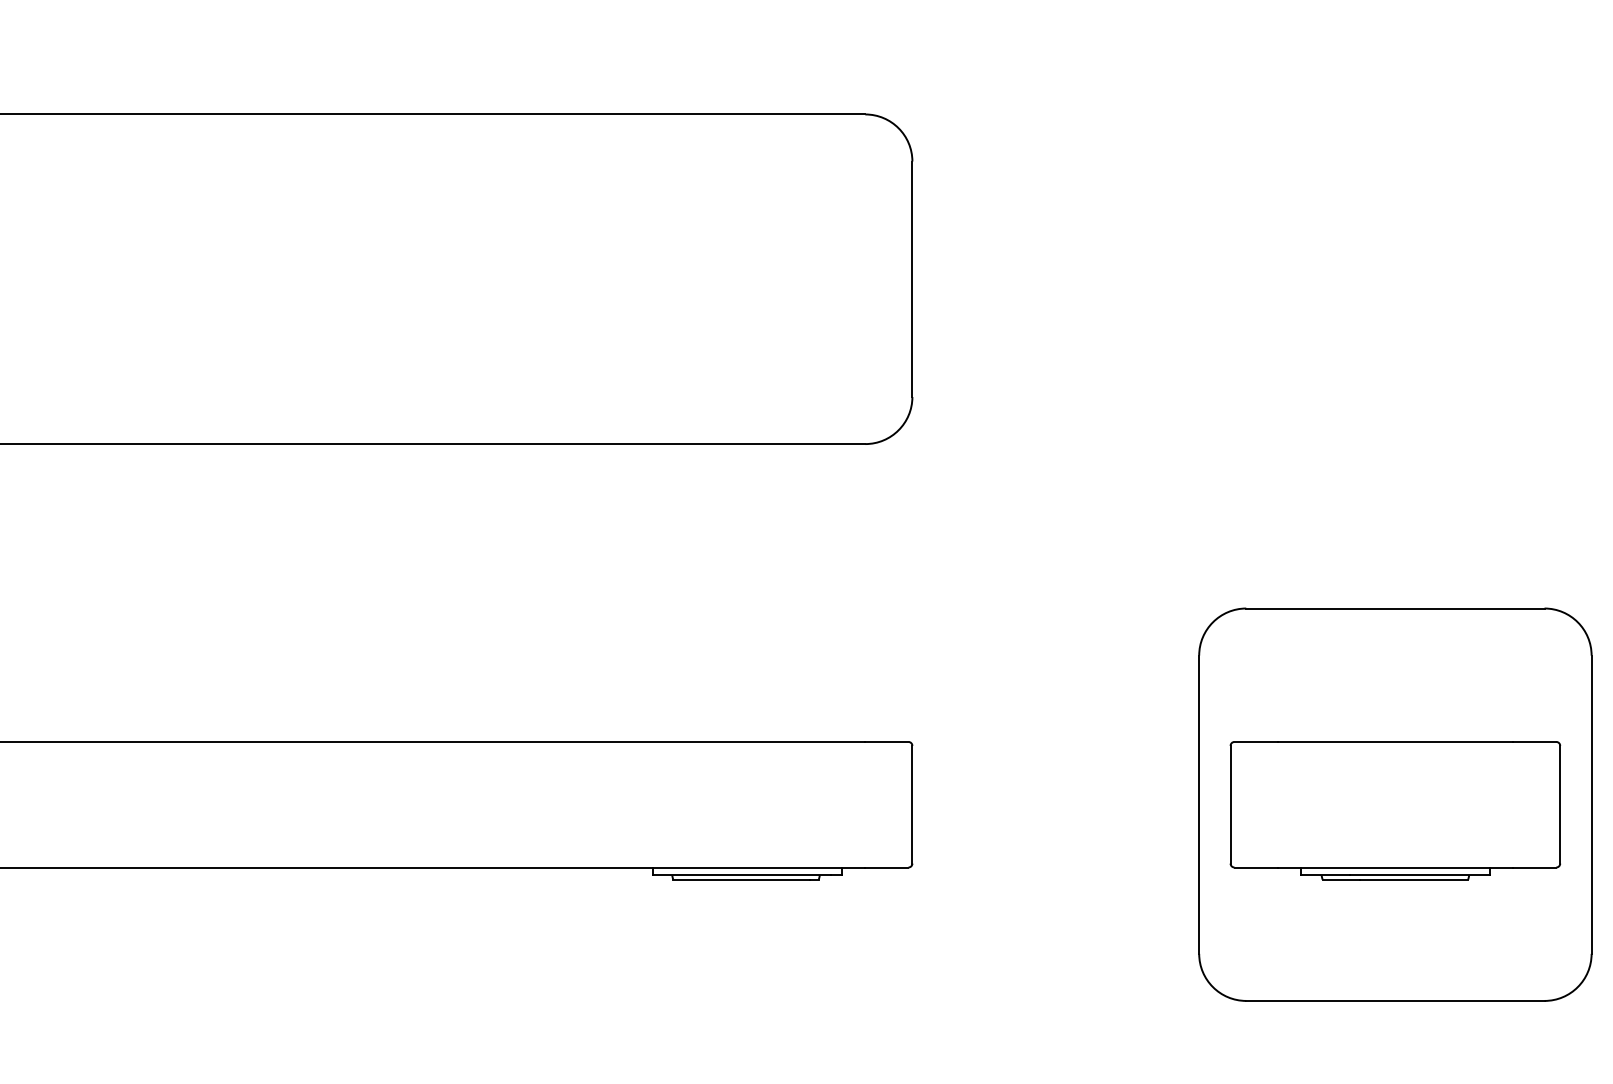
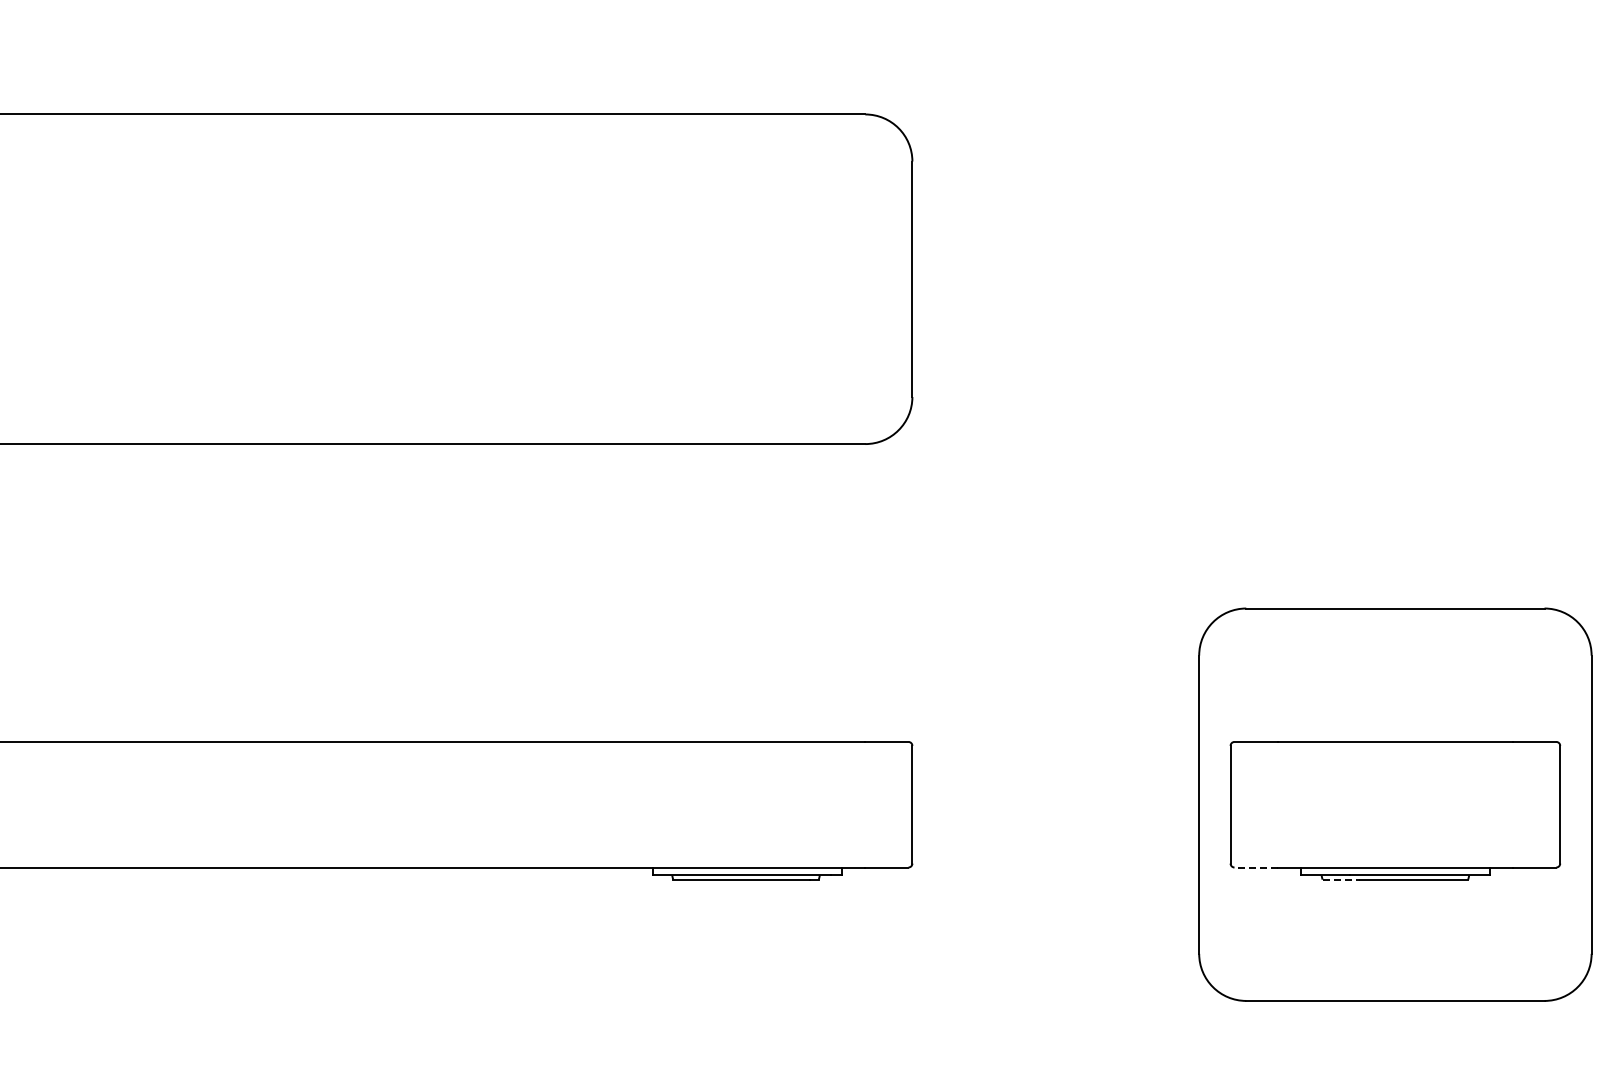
line at (1256, 867): solid -> dashed
line at (1341, 879): solid -> dashed
